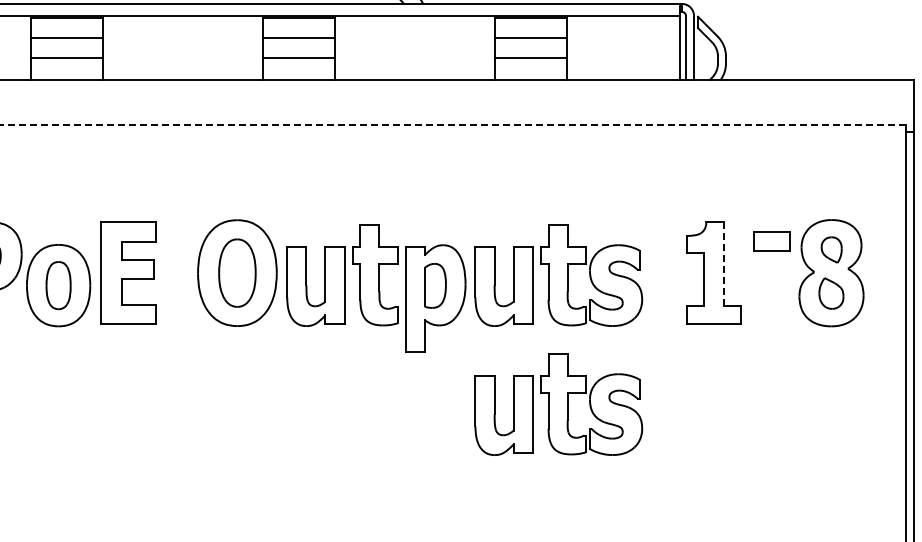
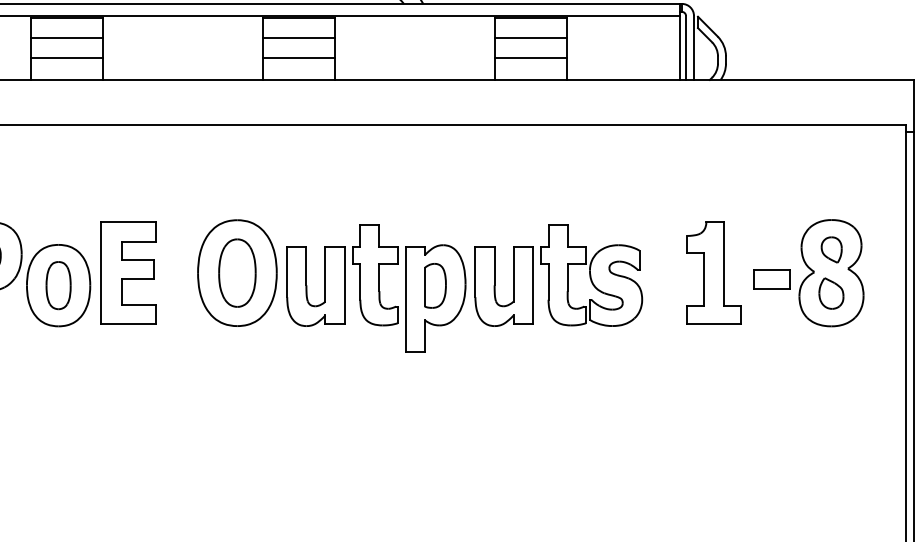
line at (453, 124): dashed -> solid
part at (771, 241) position: (771, 241) -> (771, 279)
line at (724, 263): dashed -> solid
part at (558, 404): present -> none
